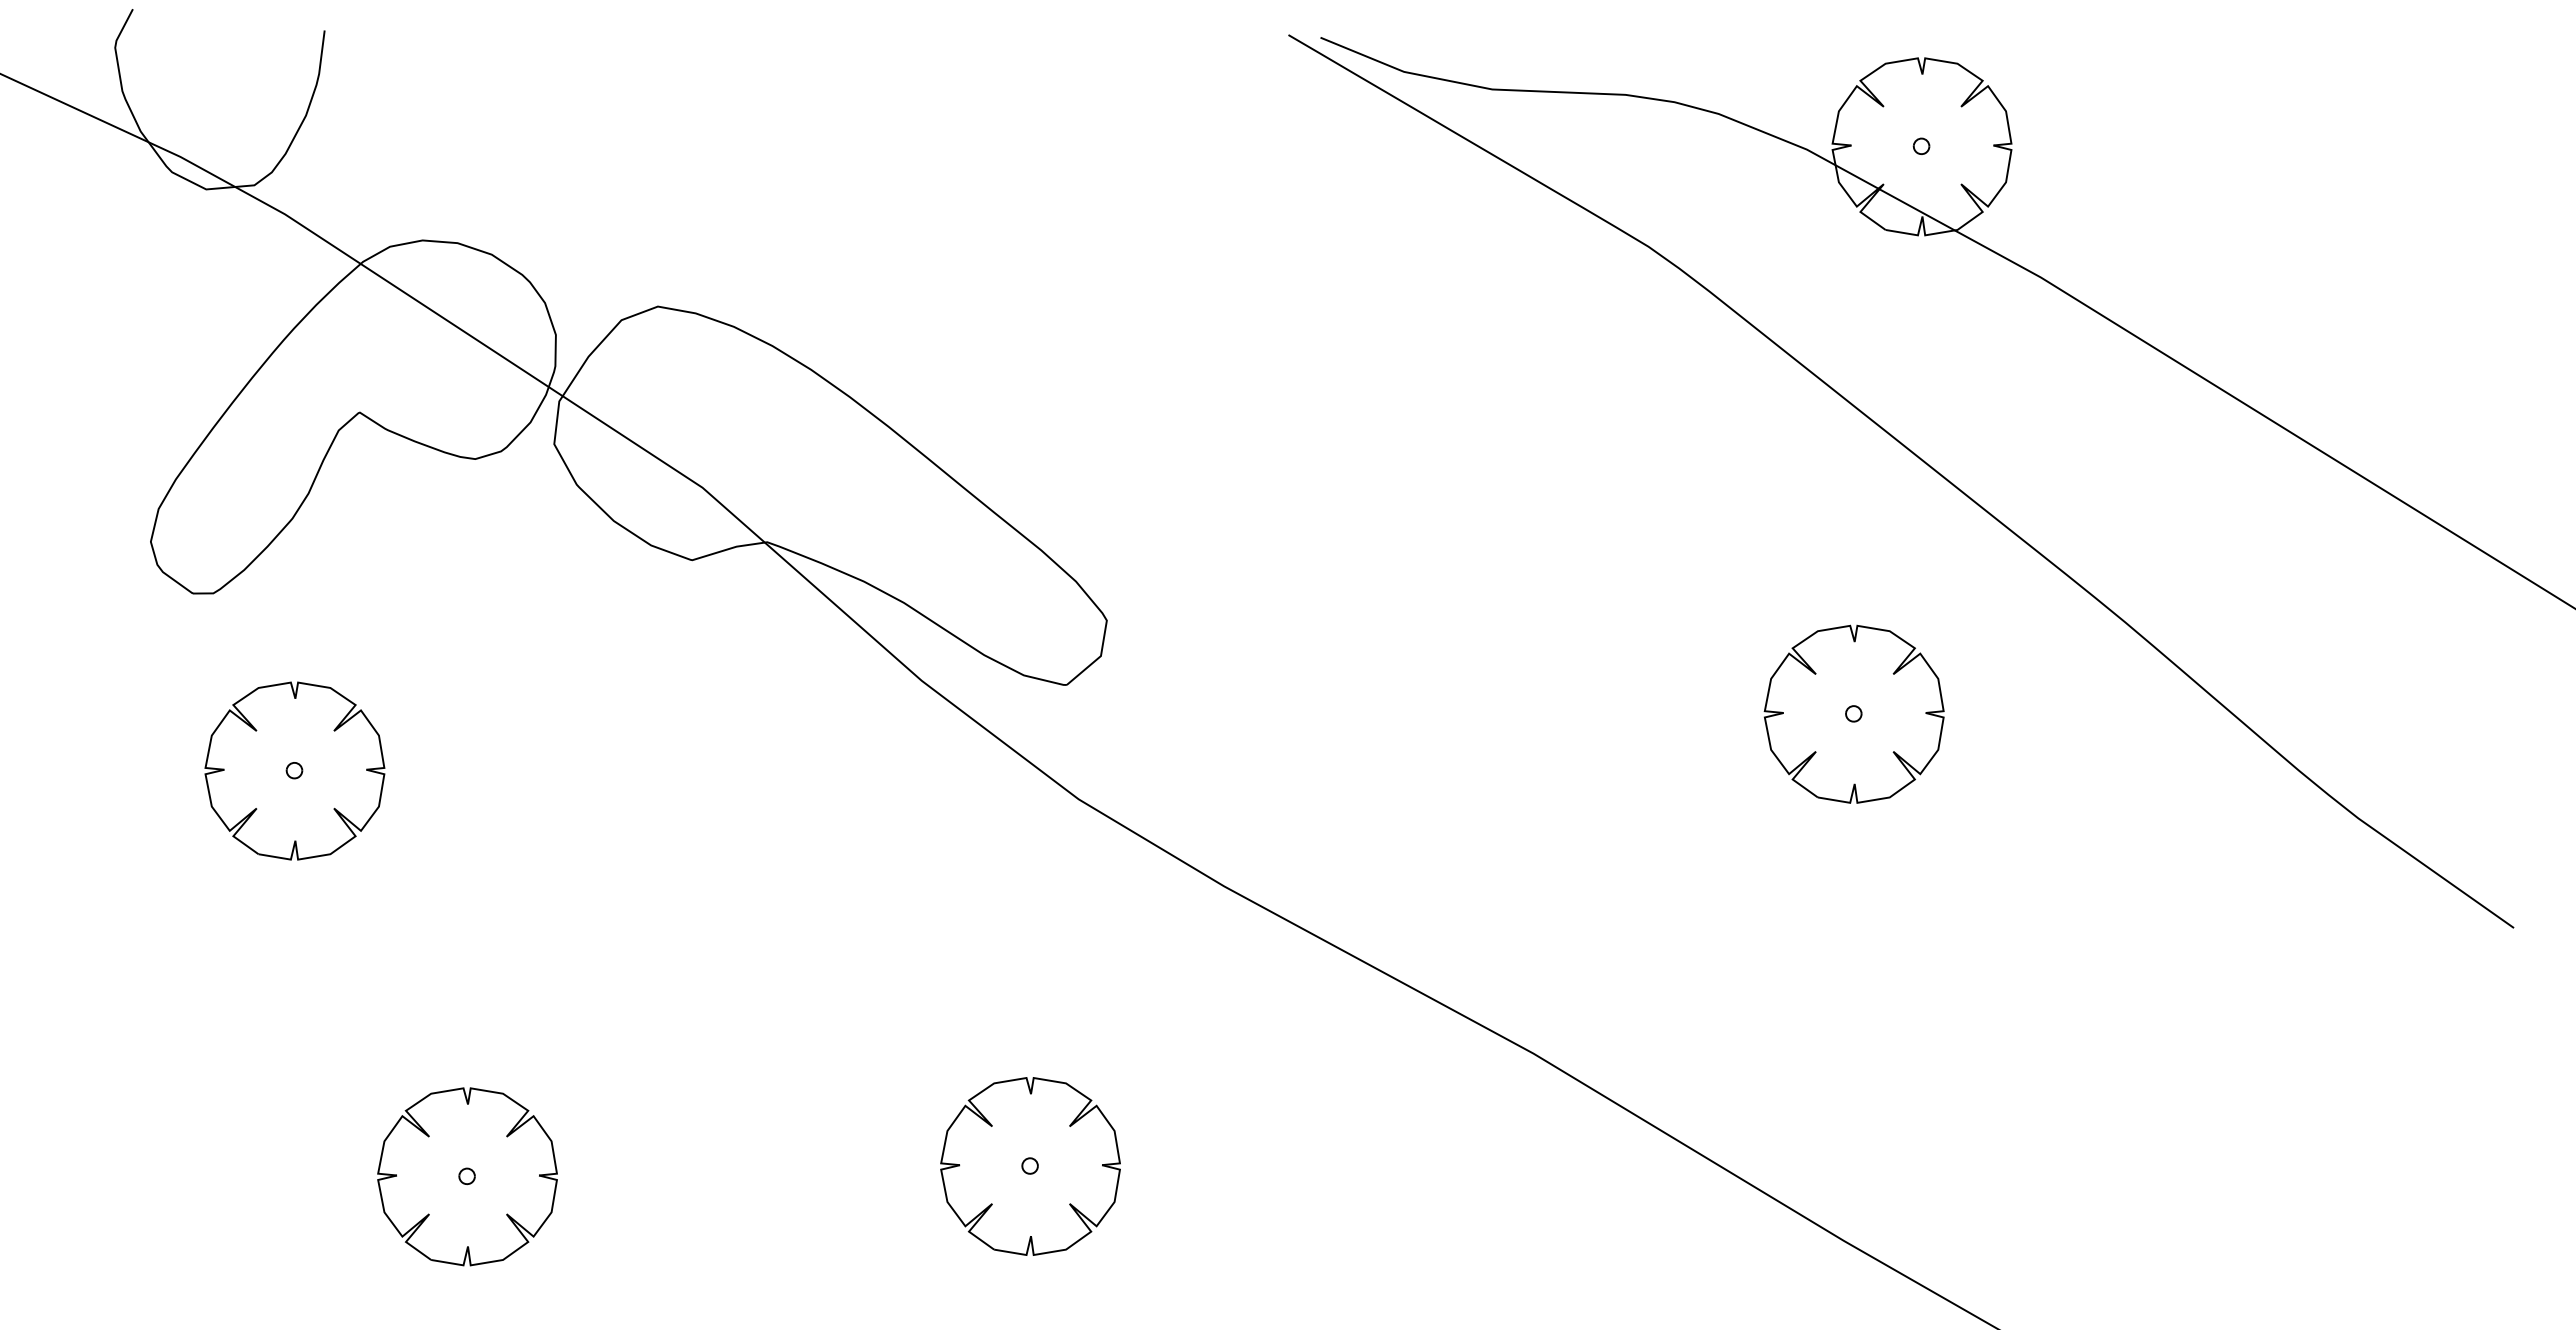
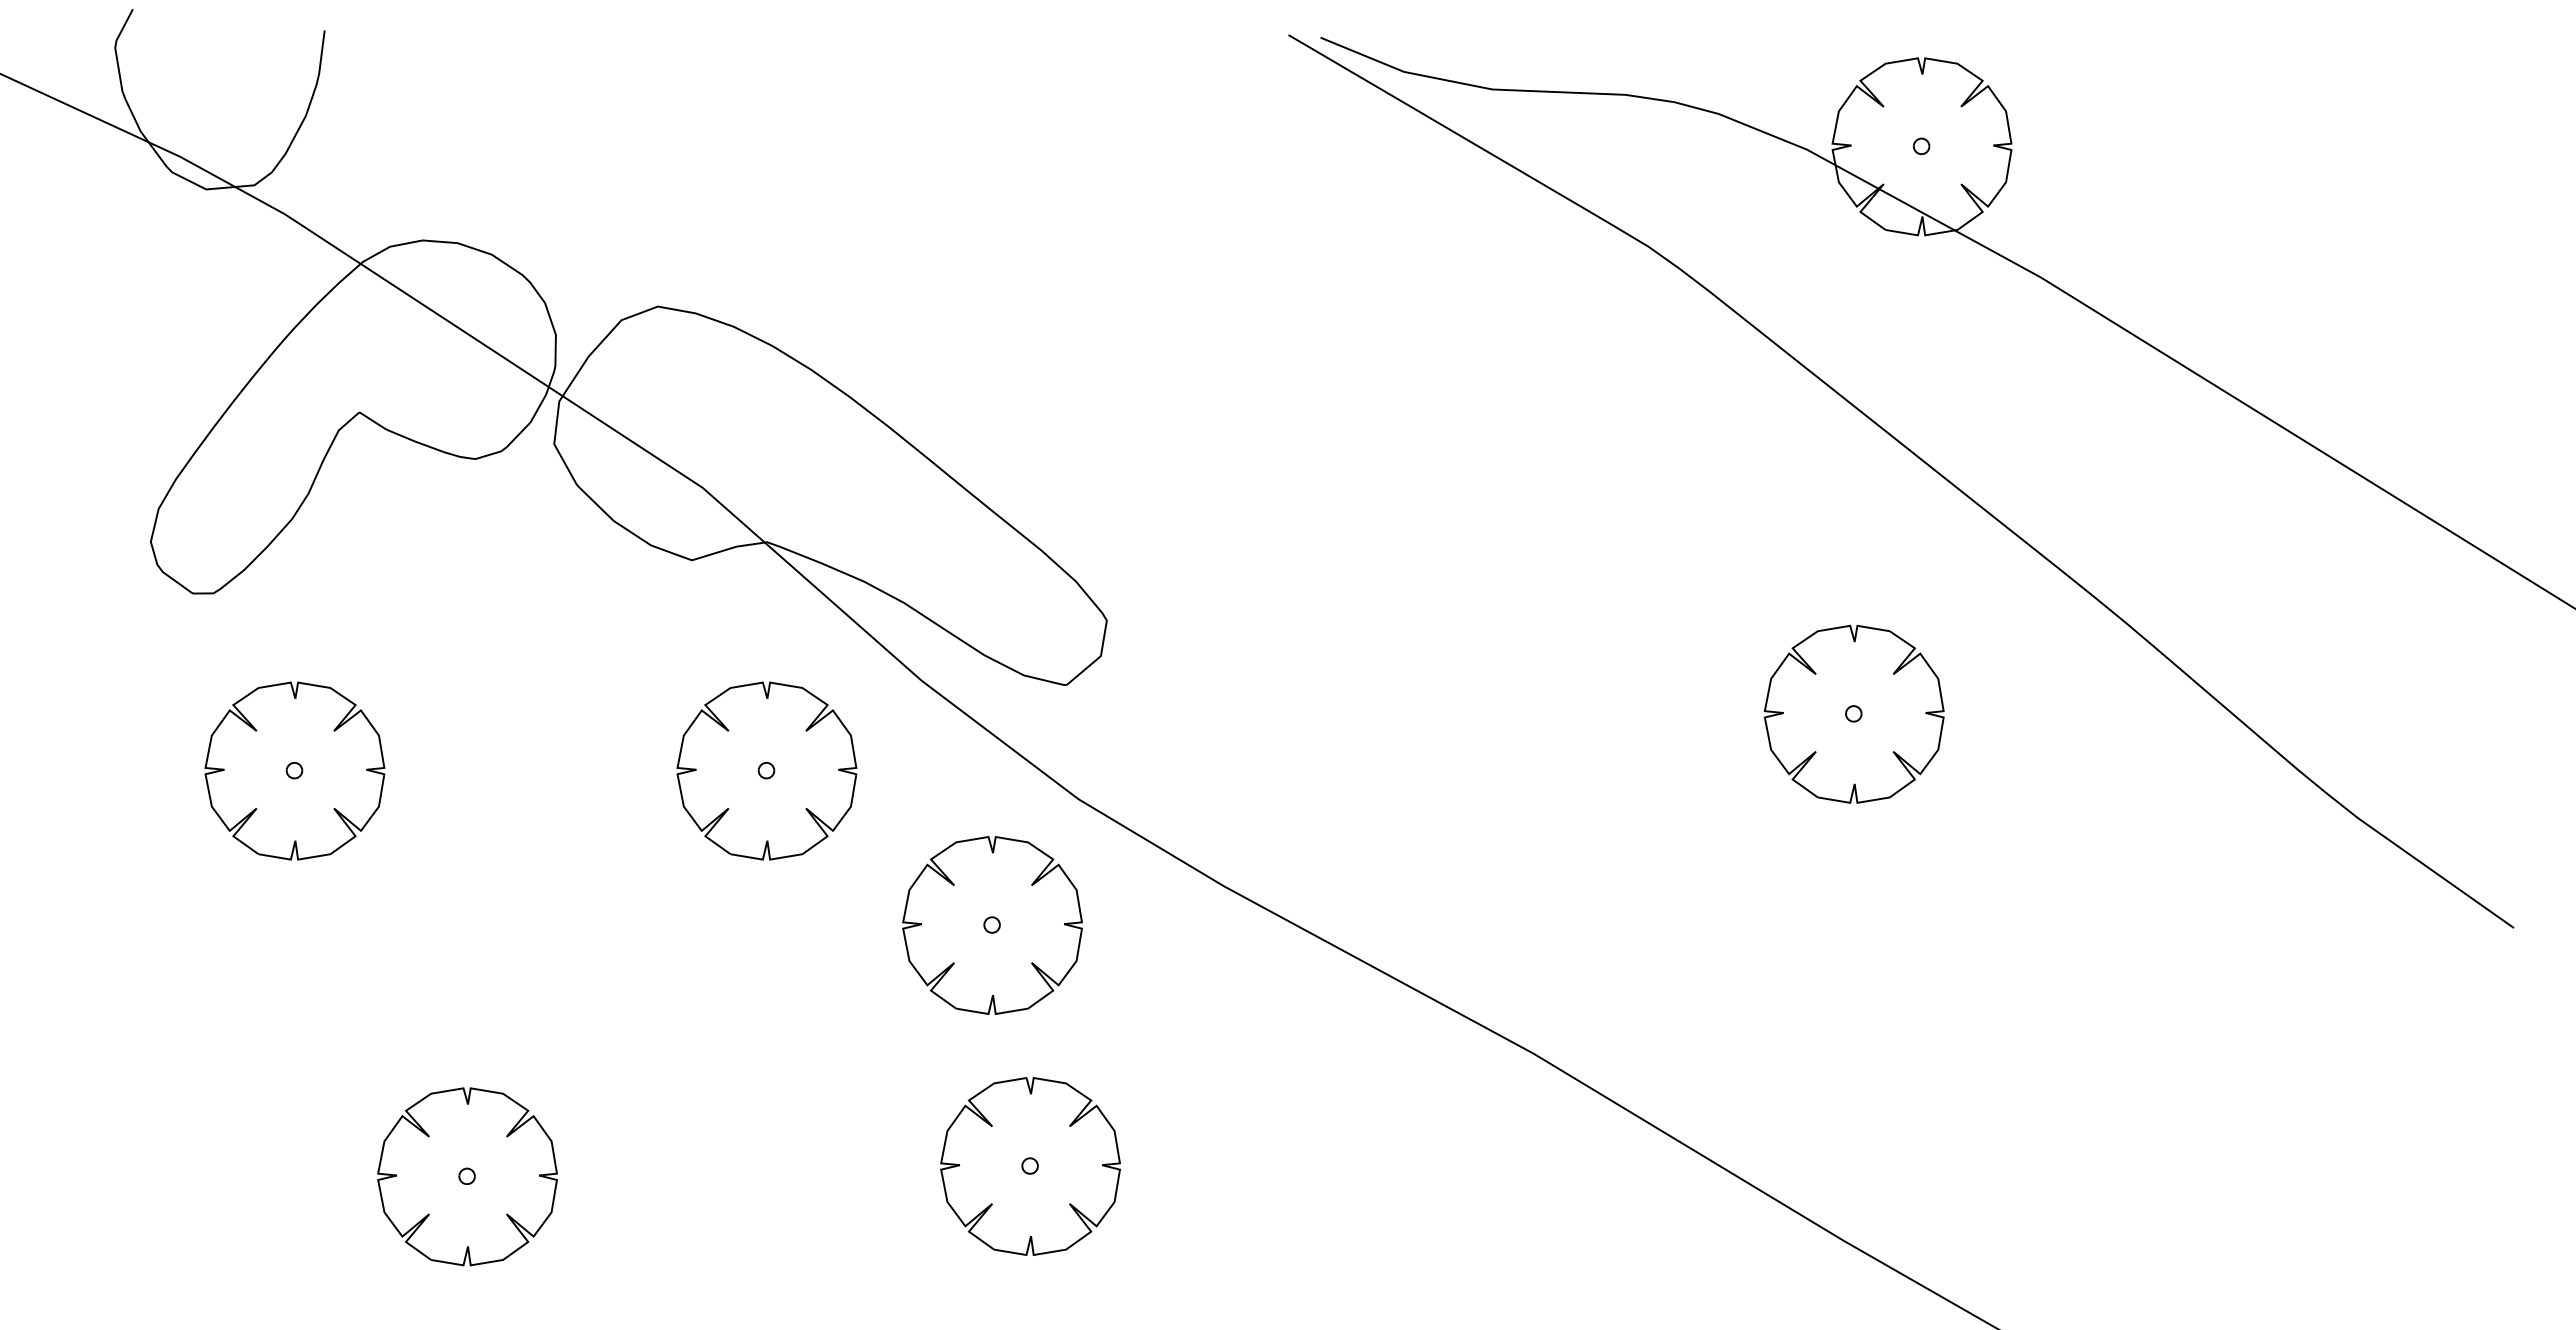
part at (766, 770): none -> present
part at (992, 925): none -> present
